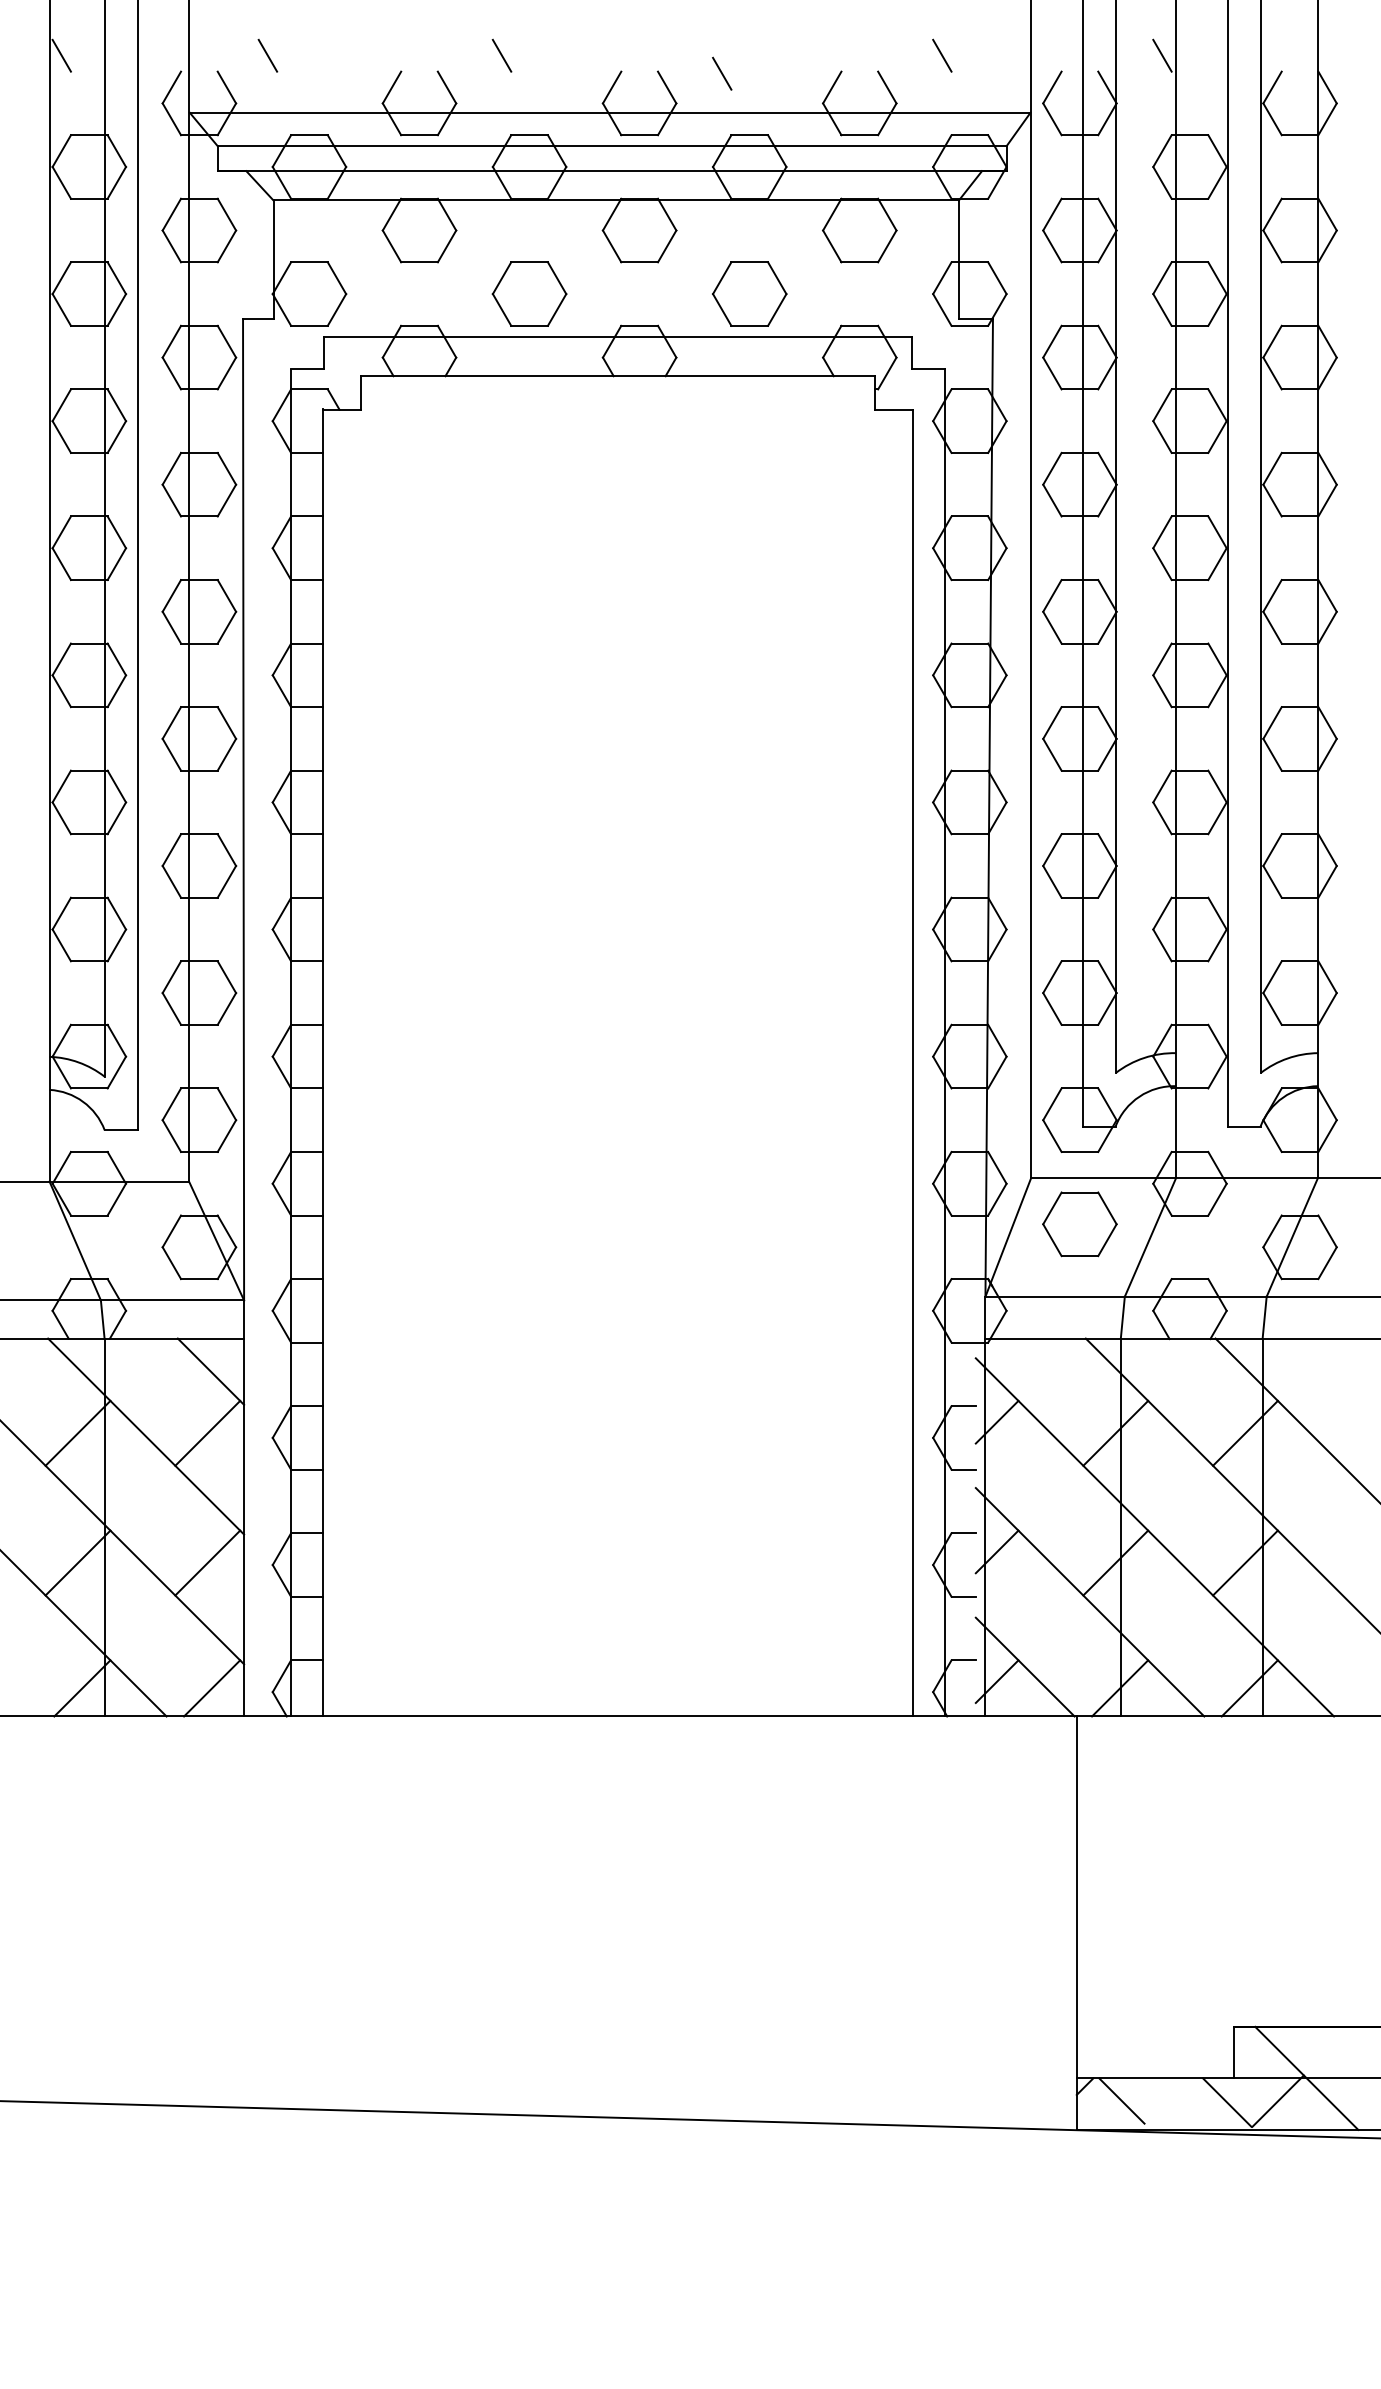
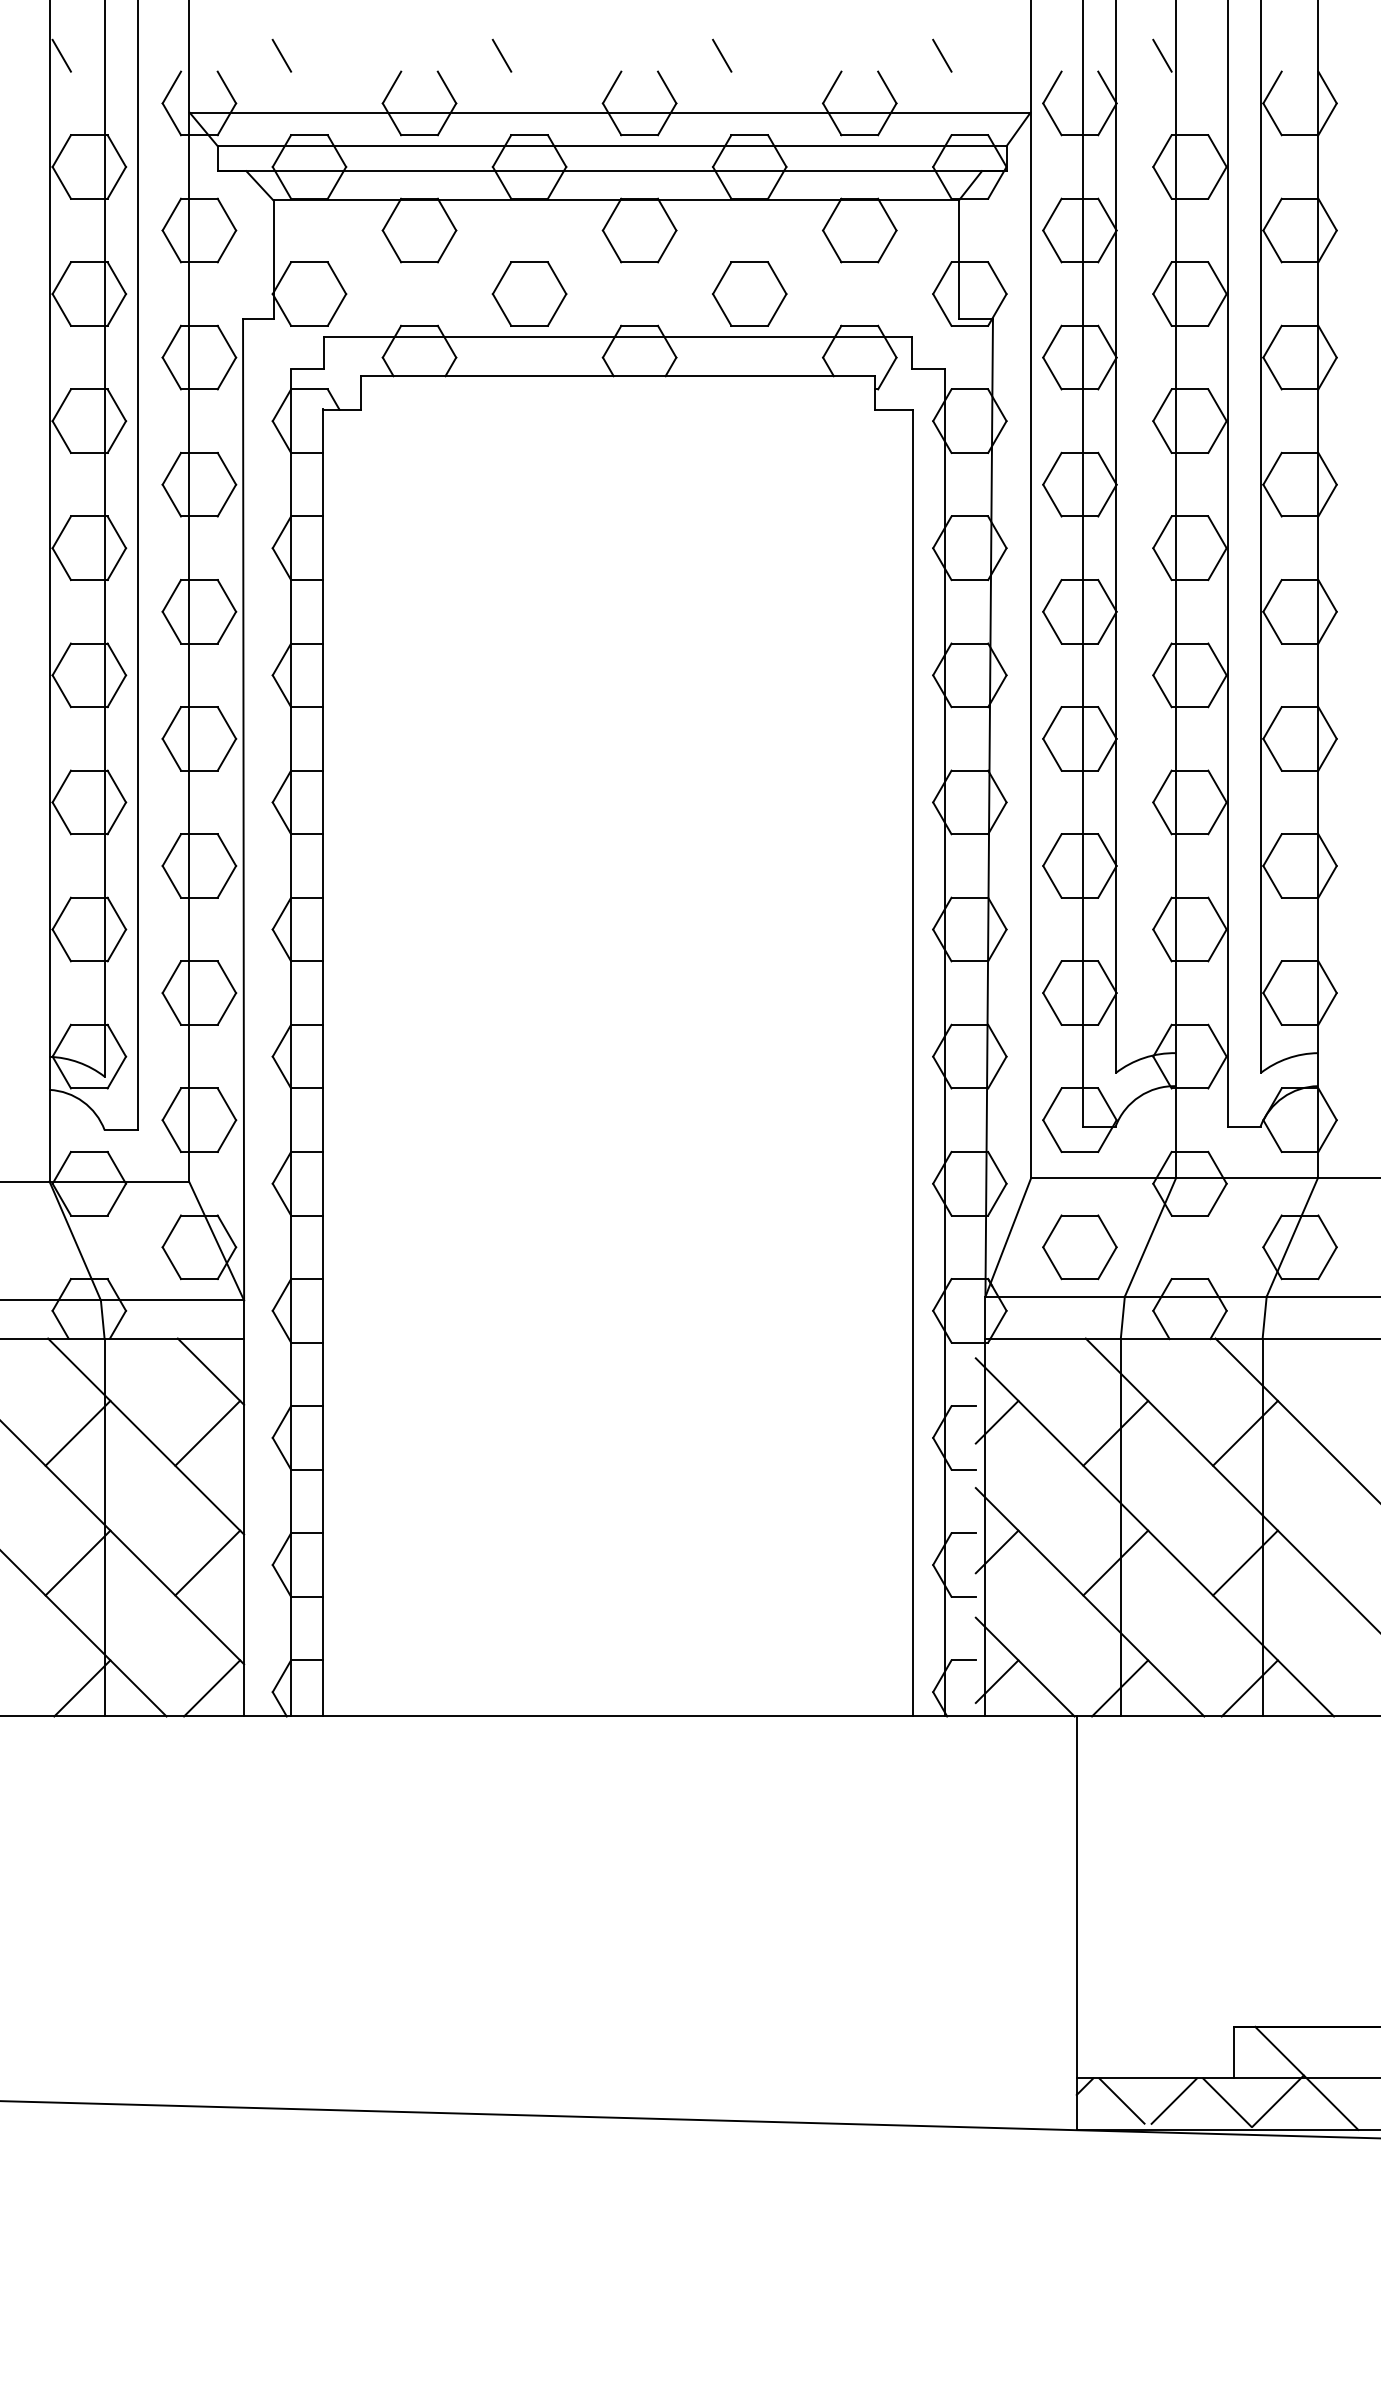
line at (267, 55) position: (267, 55) -> (281, 55)
line at (722, 73) position: (722, 73) -> (722, 55)
part at (1079, 1224) position: (1079, 1224) -> (1079, 1247)
line at (1174, 2100): none -> present
